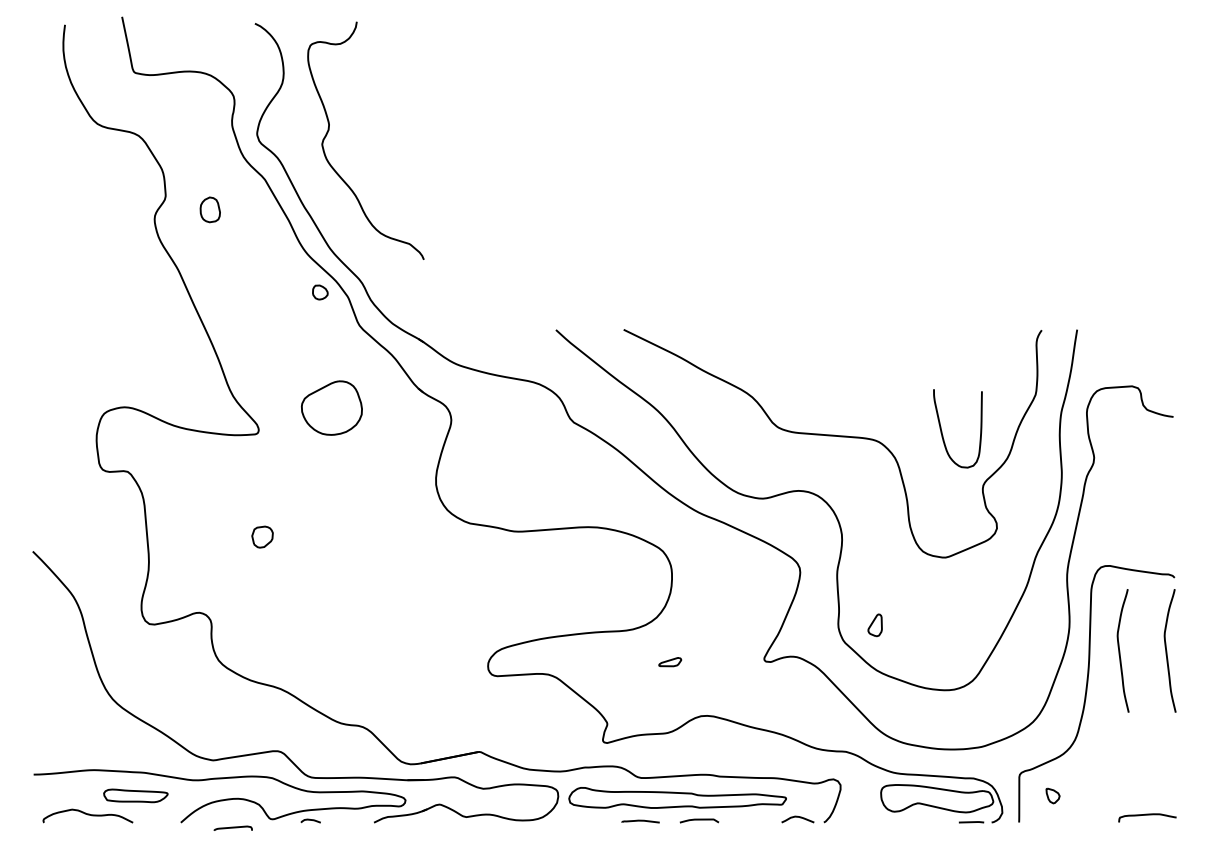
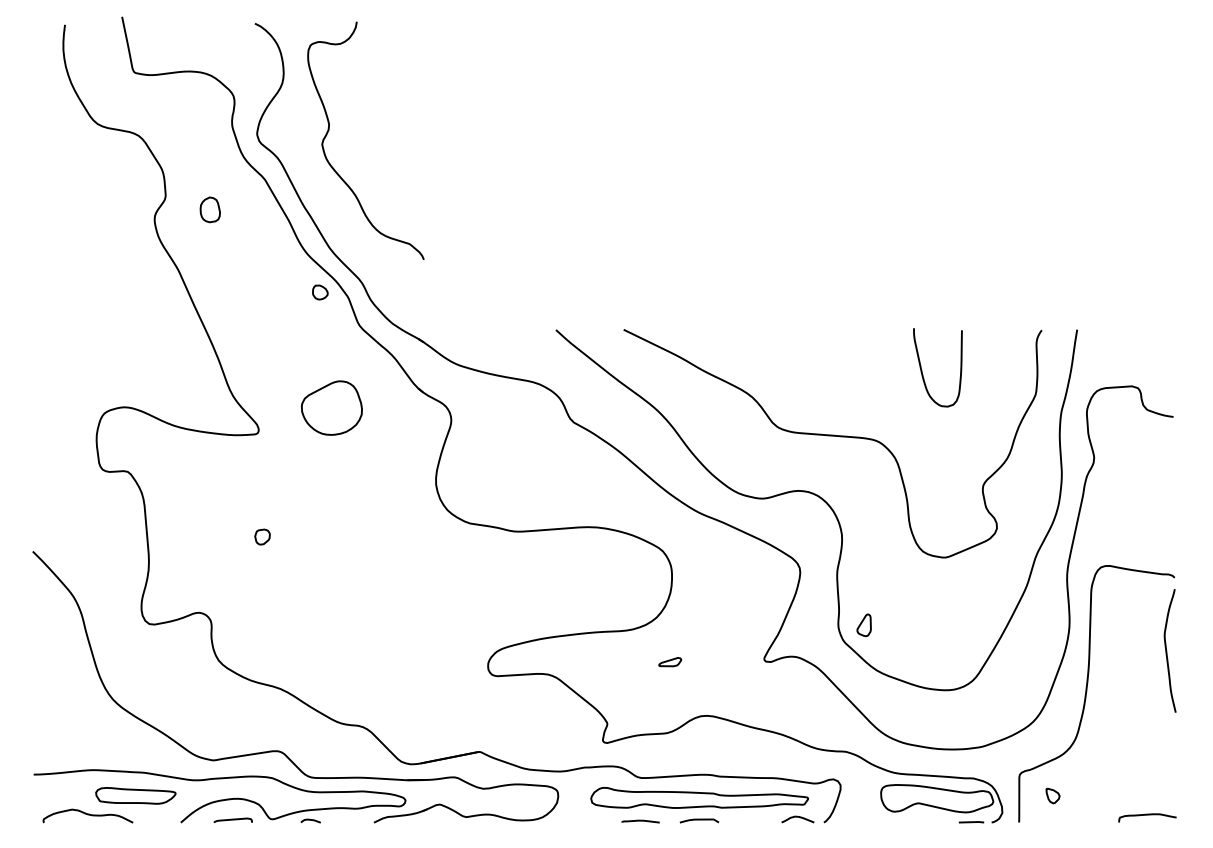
curve at (942, 431) position: (942, 431) -> (922, 370)
part at (262, 536) size: 23x24 px -> 17x18 px
part at (874, 625) position: (874, 625) -> (863, 625)
curve at (1120, 650): present -> none
part at (135, 795) size: 66x16 px -> 82x18 px
part at (677, 797) position: (677, 797) -> (699, 797)
curve at (232, 827) position: (232, 827) -> (232, 819)
